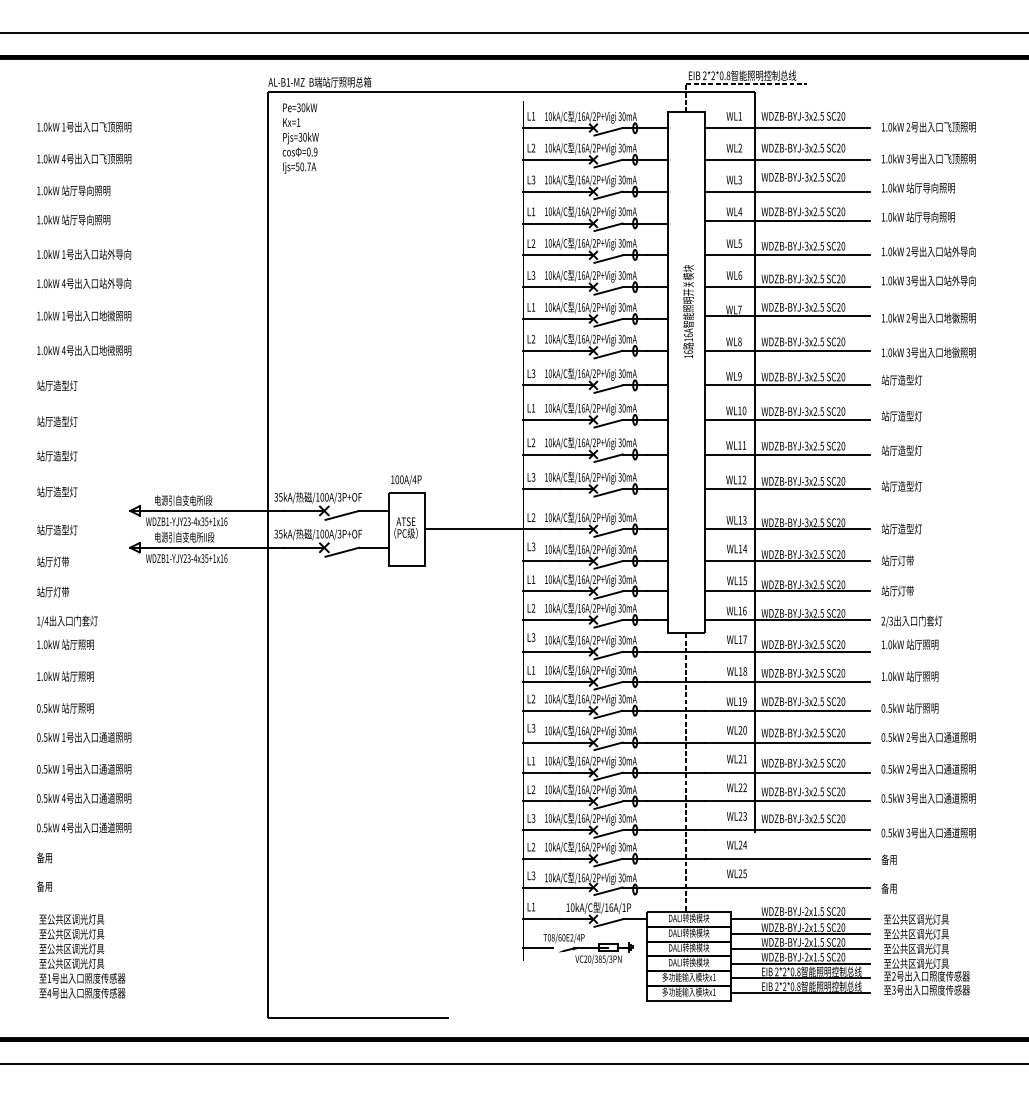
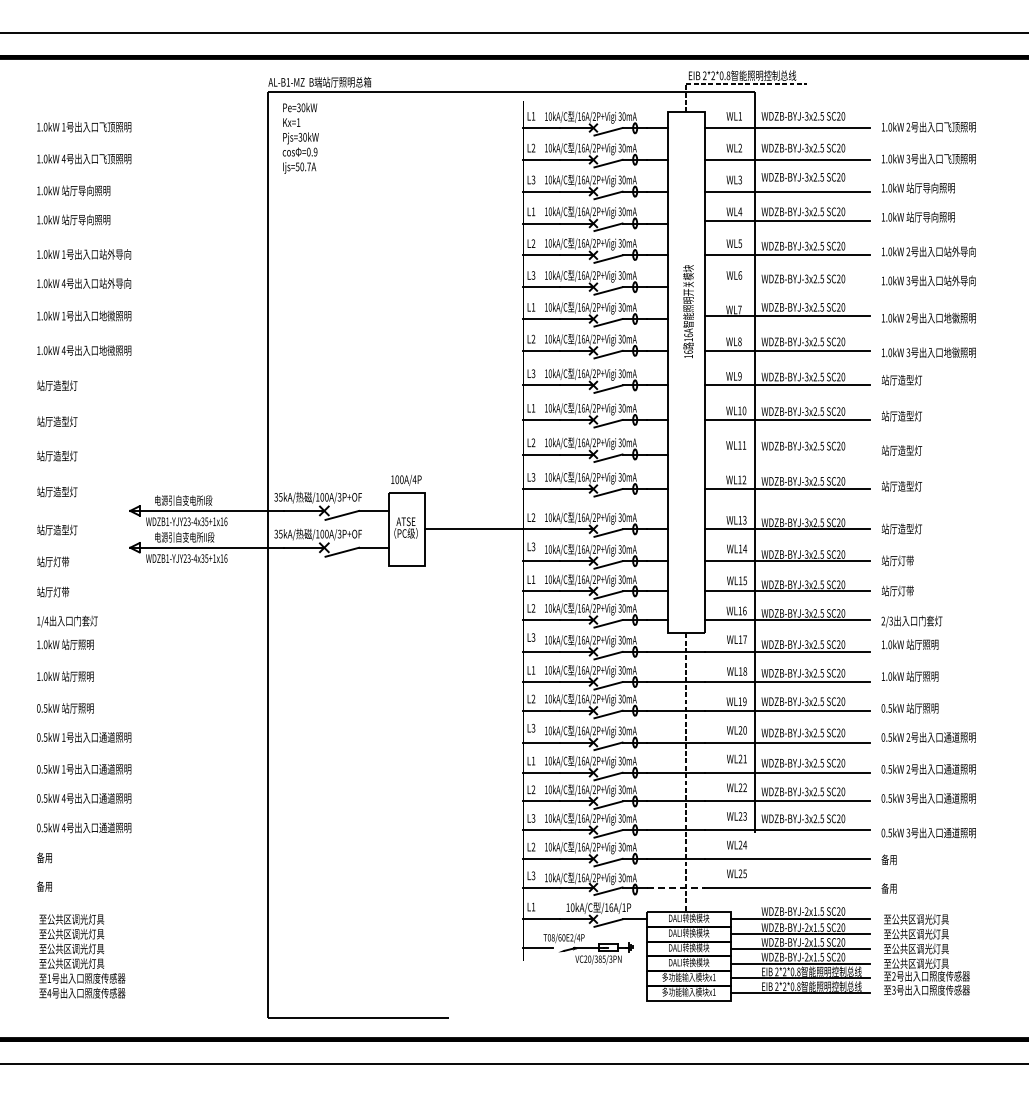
line at (786, 287): present -> none
line at (786, 454): present -> none
line at (676, 887): solid -> dashed
